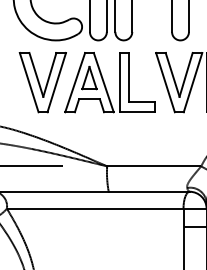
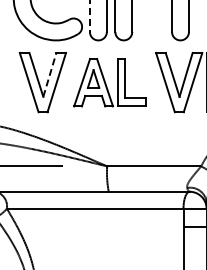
line at (89, 16): solid -> dashed
line at (49, 74): solid -> dashed
part at (109, 82) size: 92x62 px -> 74x50 px
